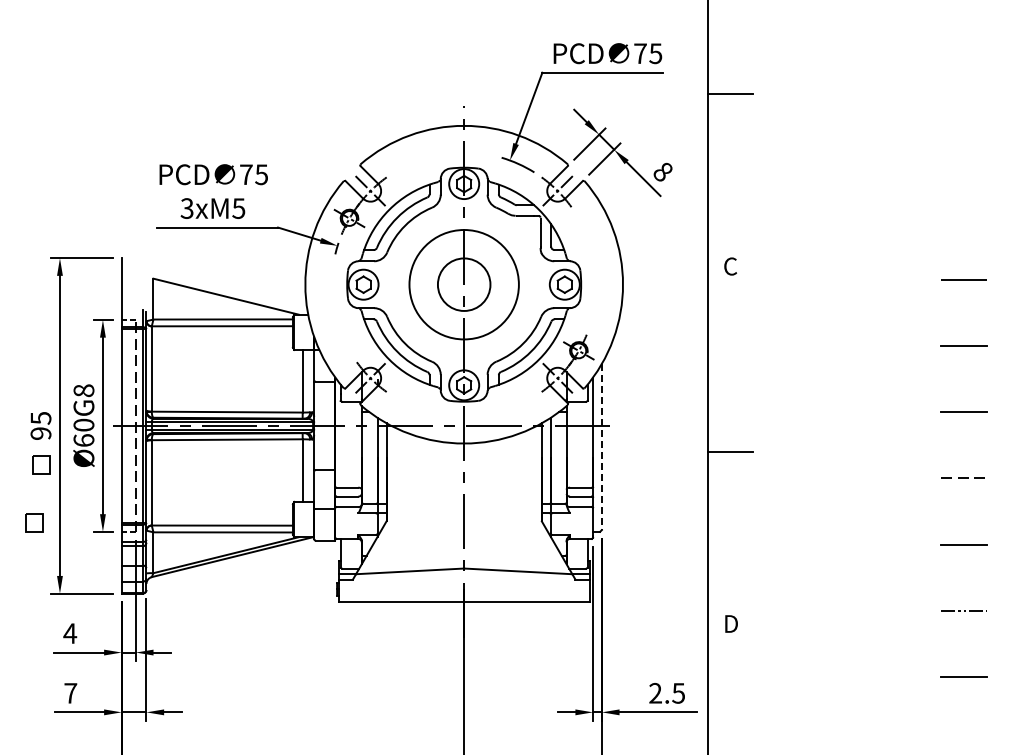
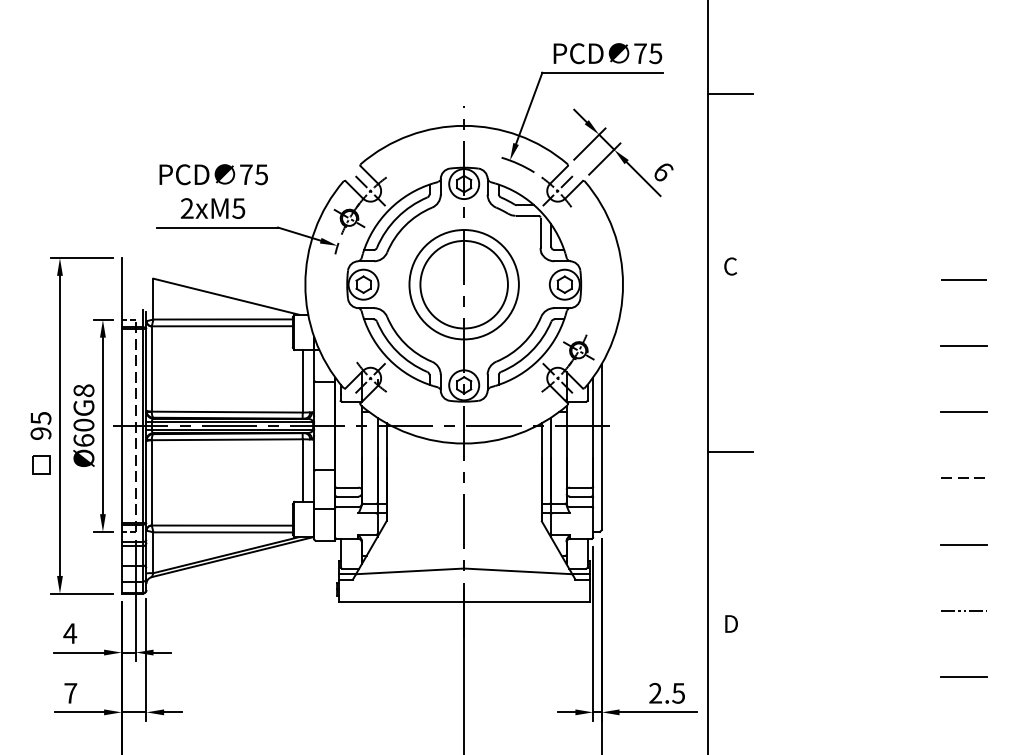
text at (663, 171): 8 -> 6
text at (186, 208): 3xM5 -> 2xM5
circle at (463, 284) diameter: 53 px -> 88 px
line at (601, 447): dashed -> solid
part at (34, 522): present -> none
